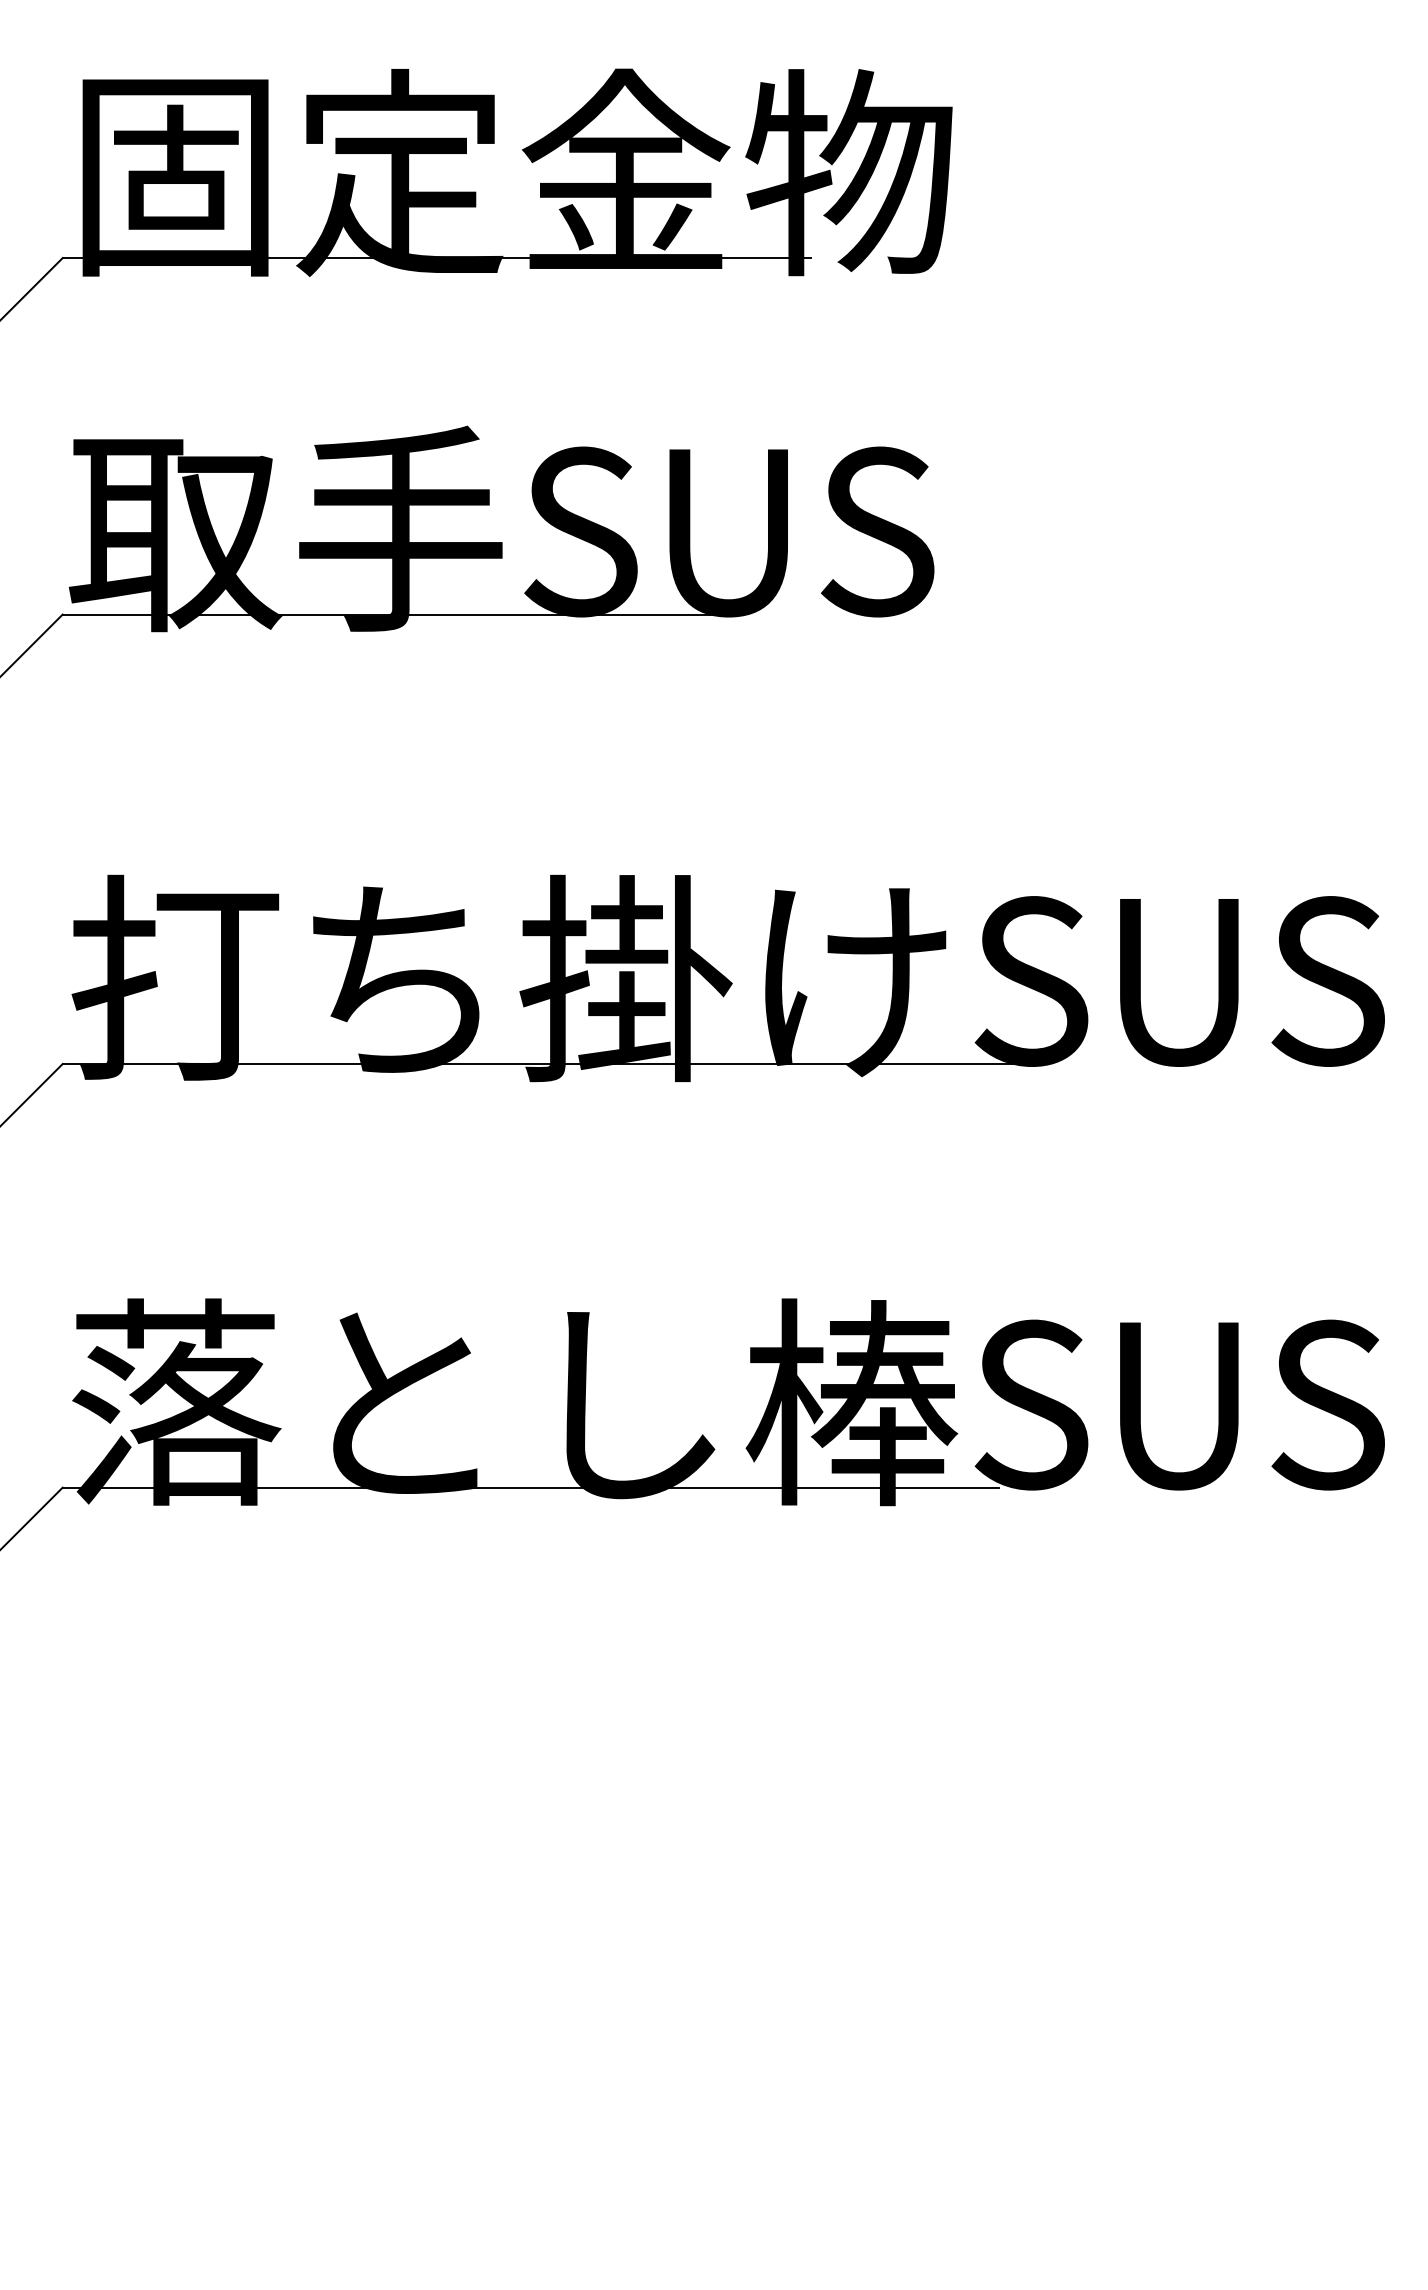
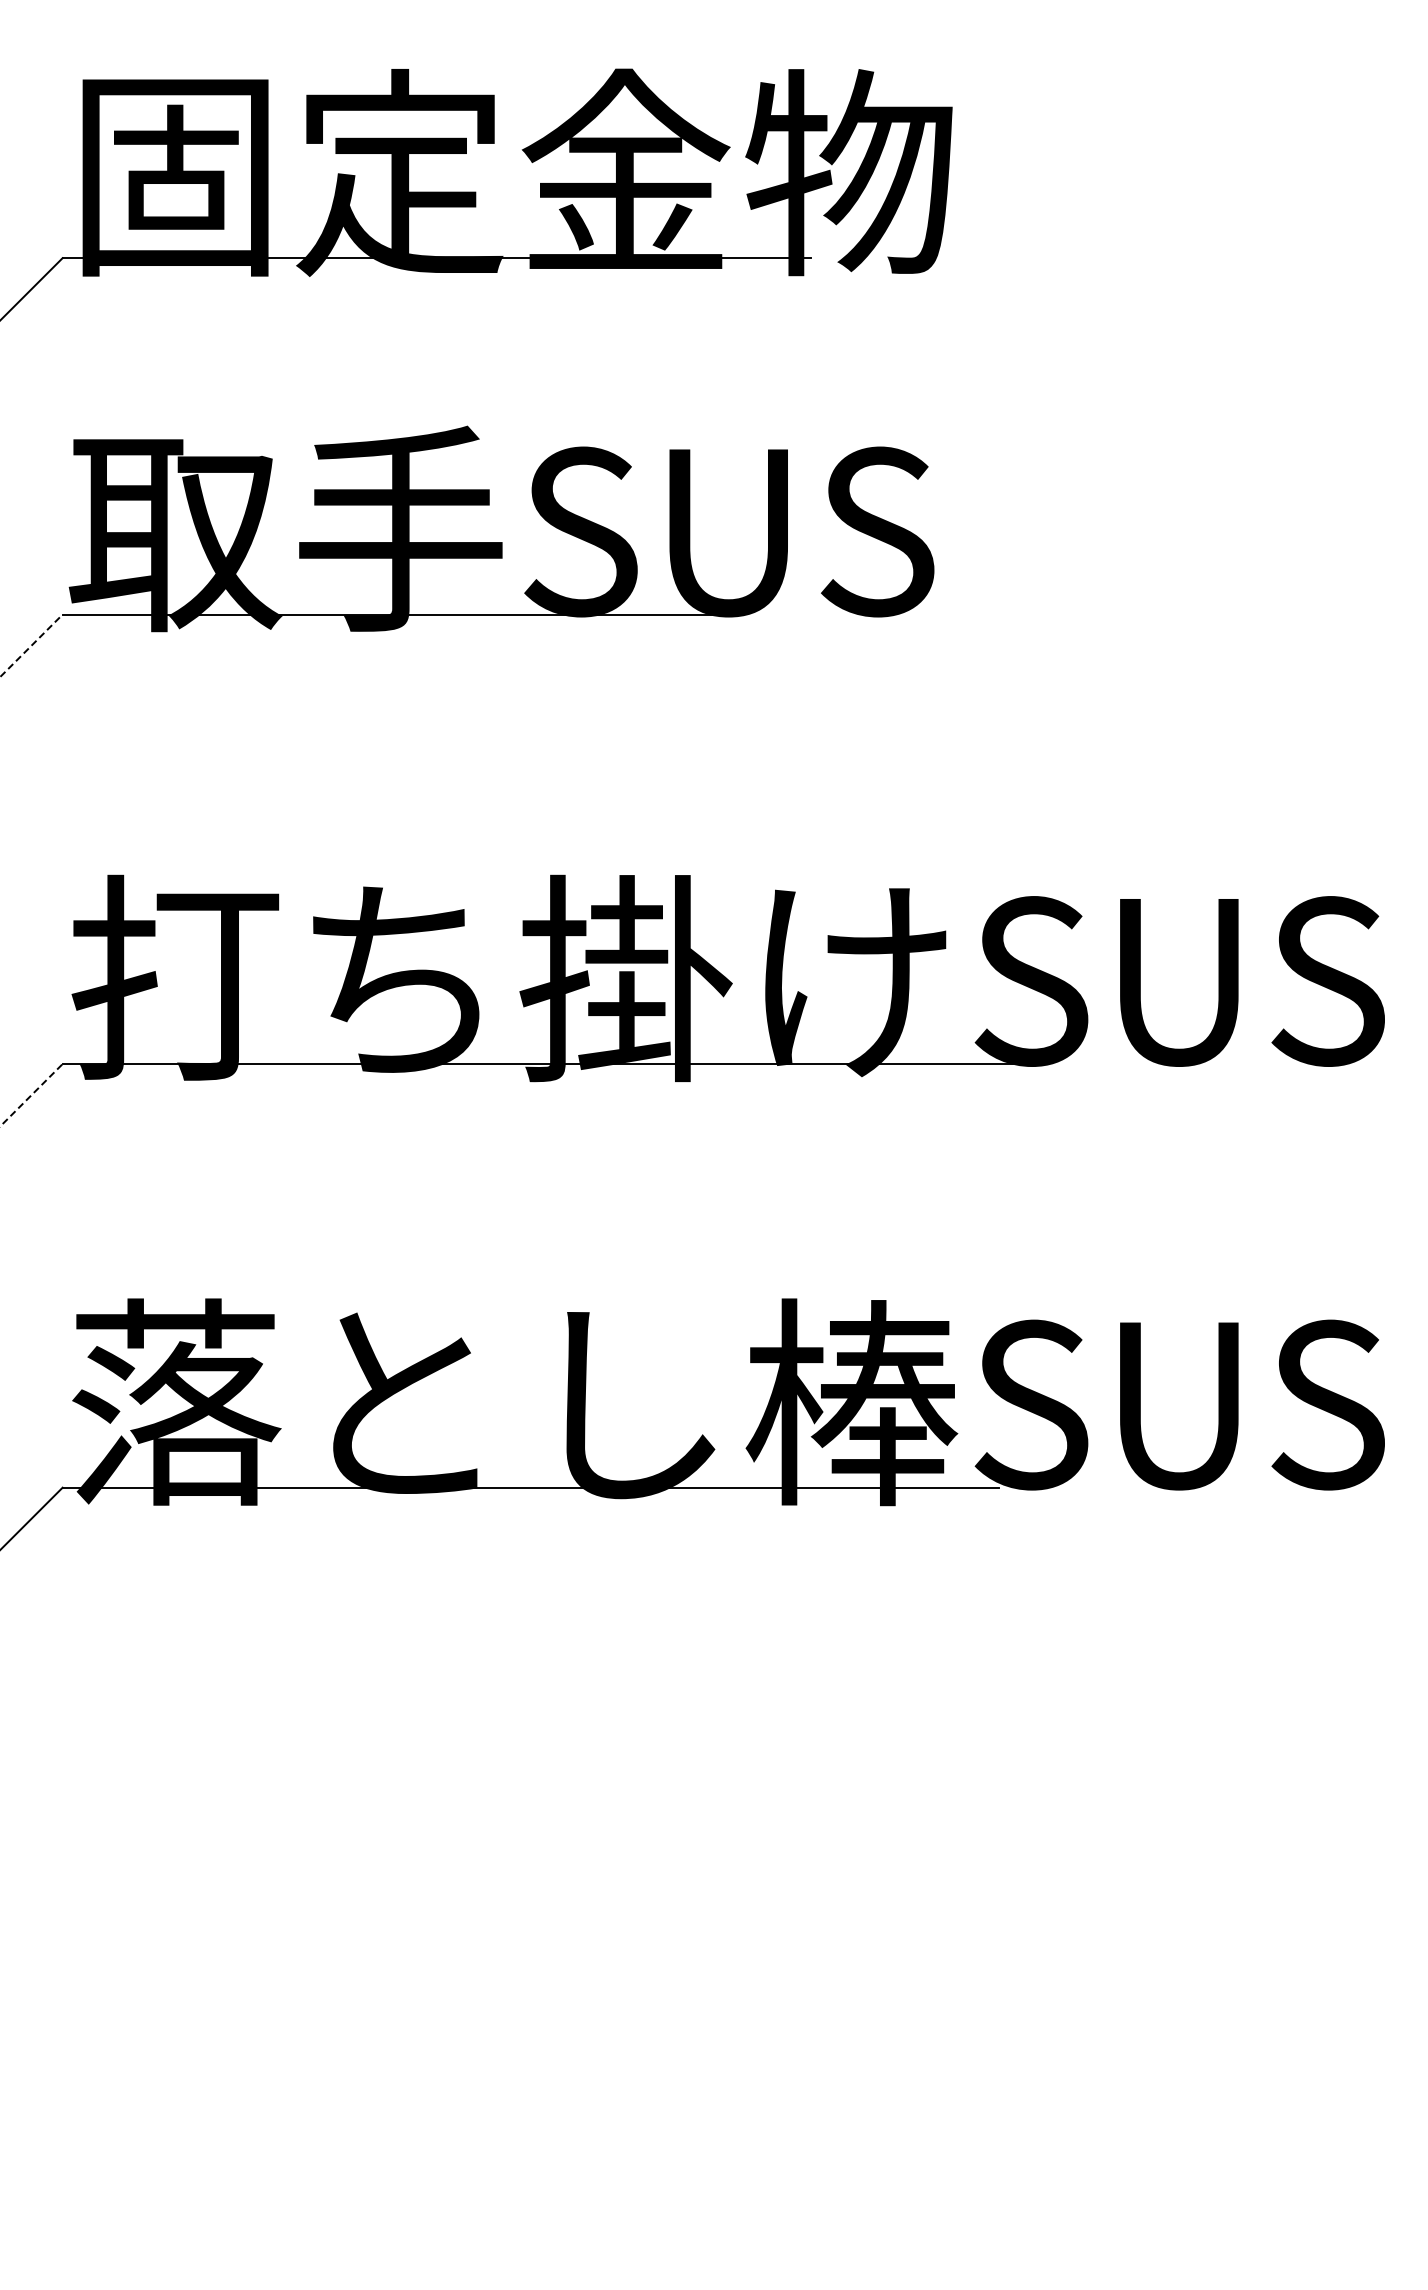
line at (31, 645): solid -> dashed
line at (31, 1095): solid -> dashed
